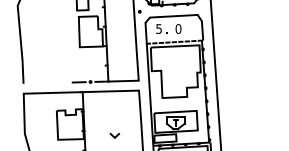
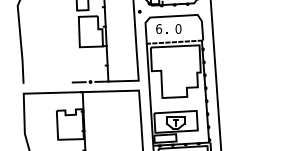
text at (159, 28): 5 -> 6
line at (113, 135): present -> none
